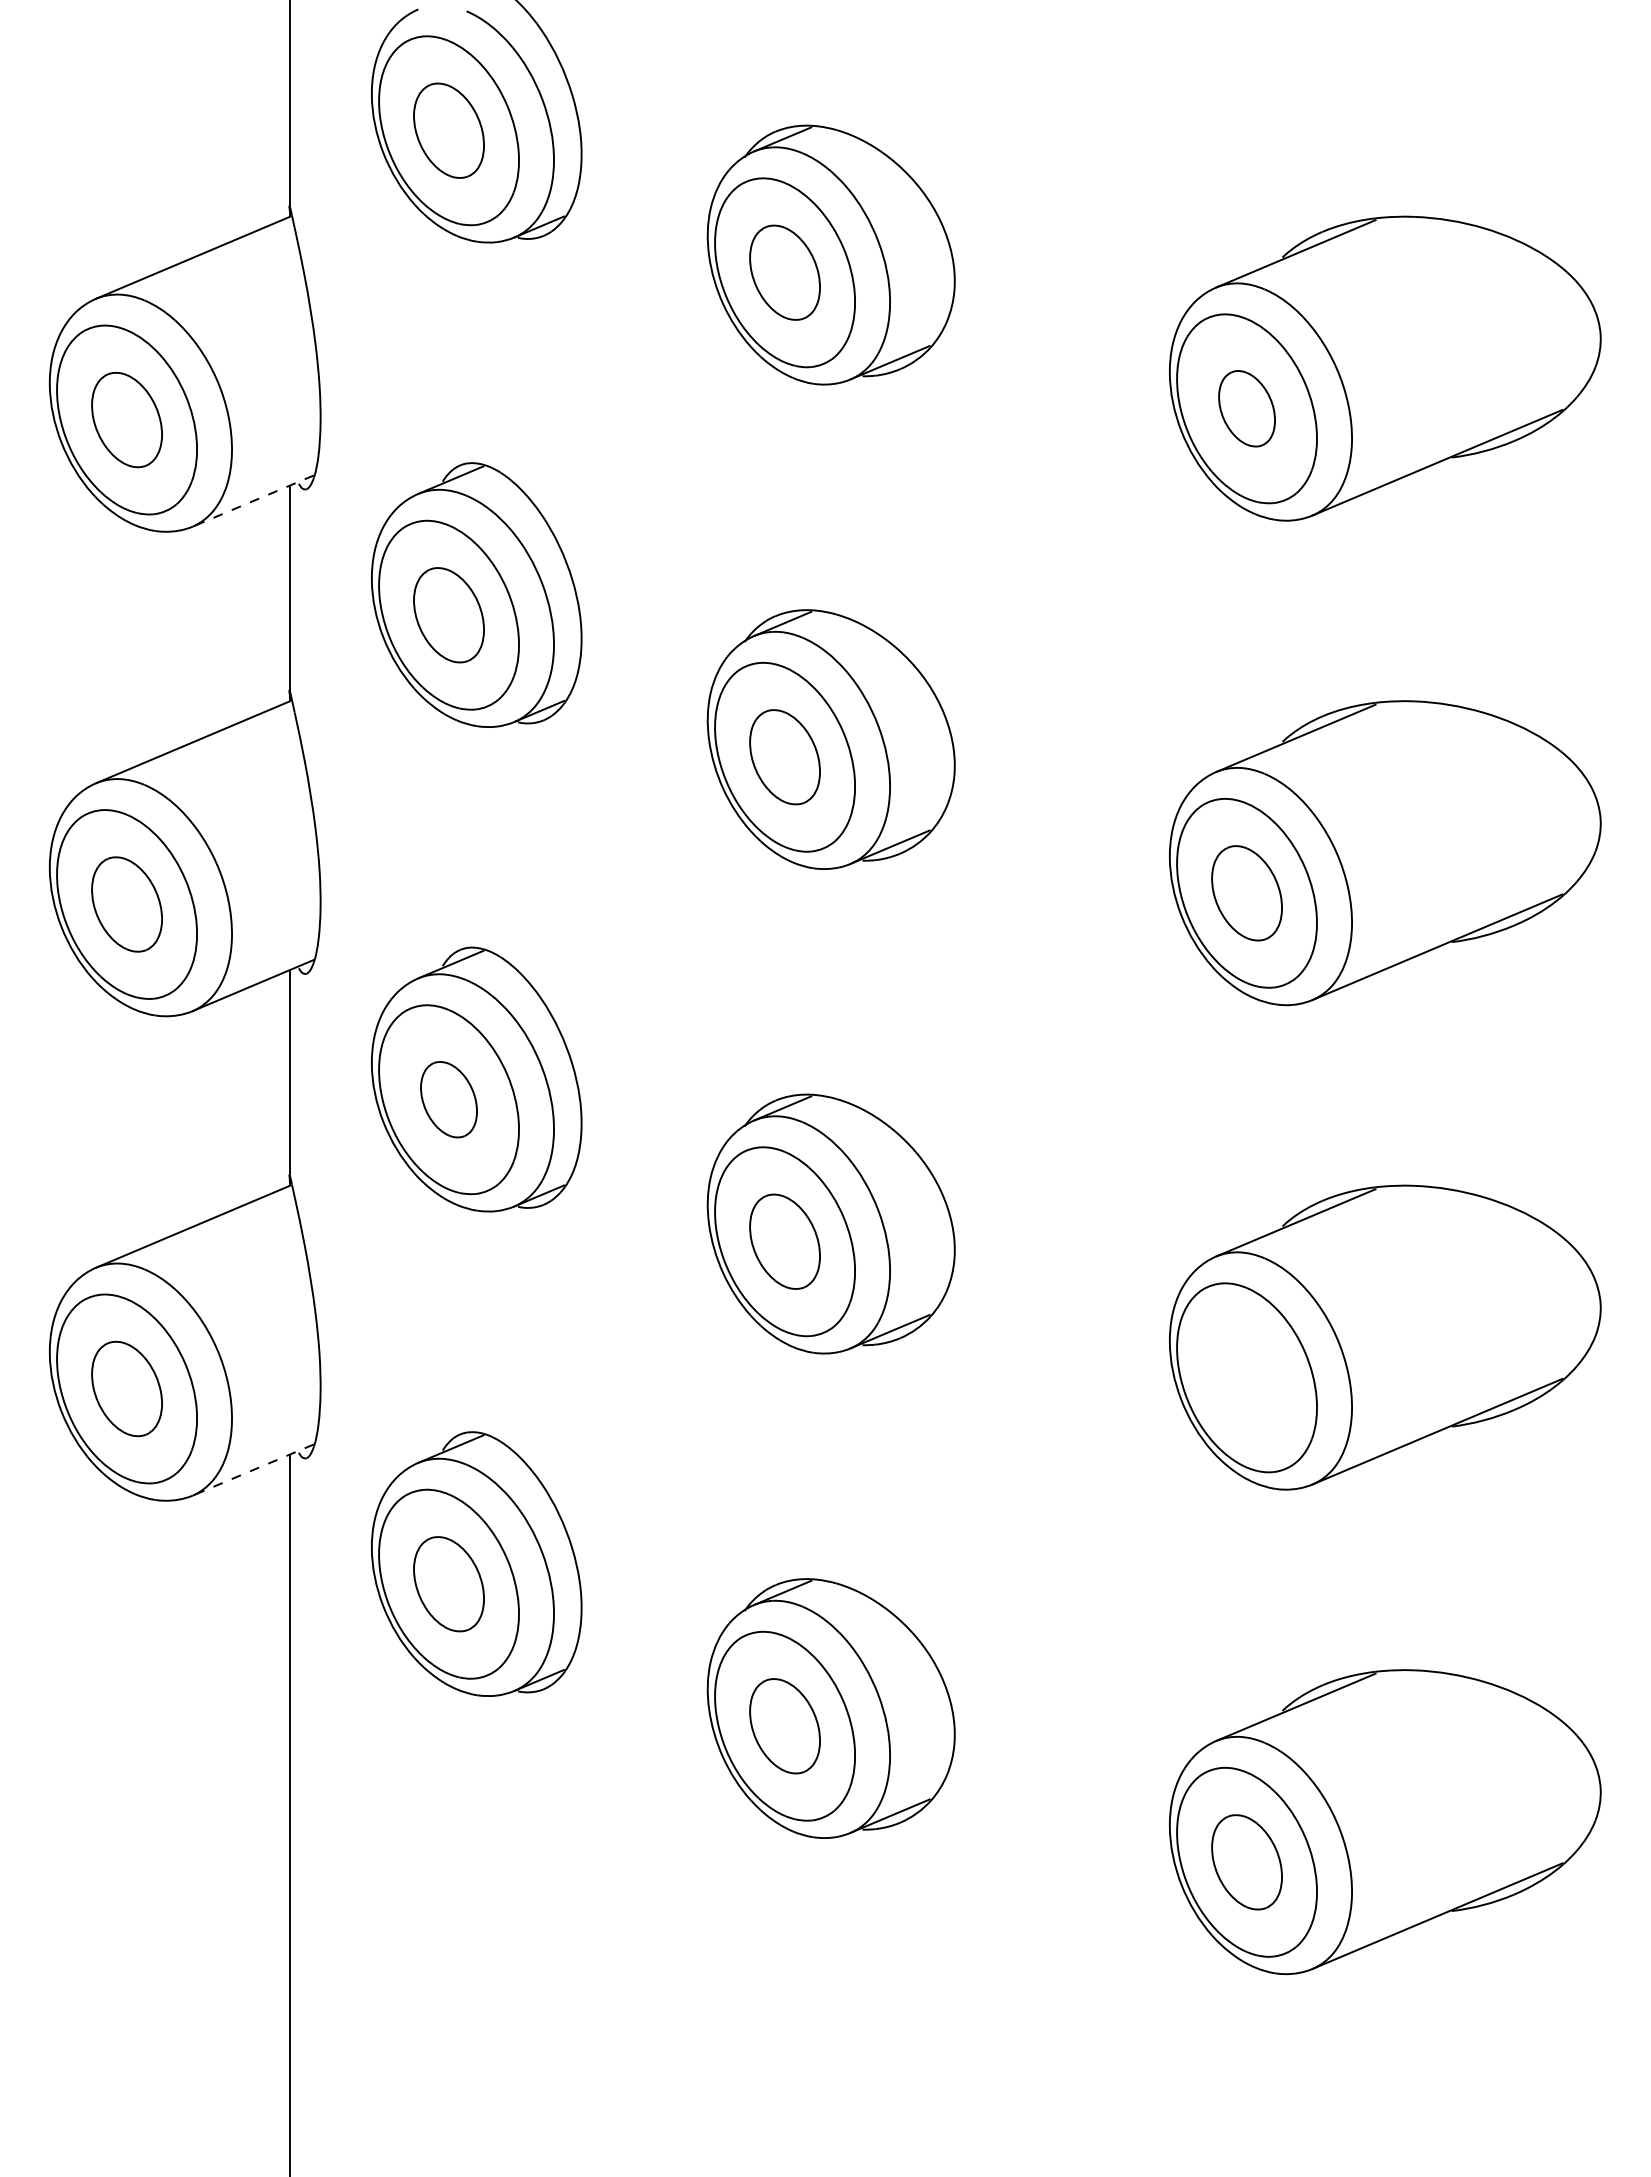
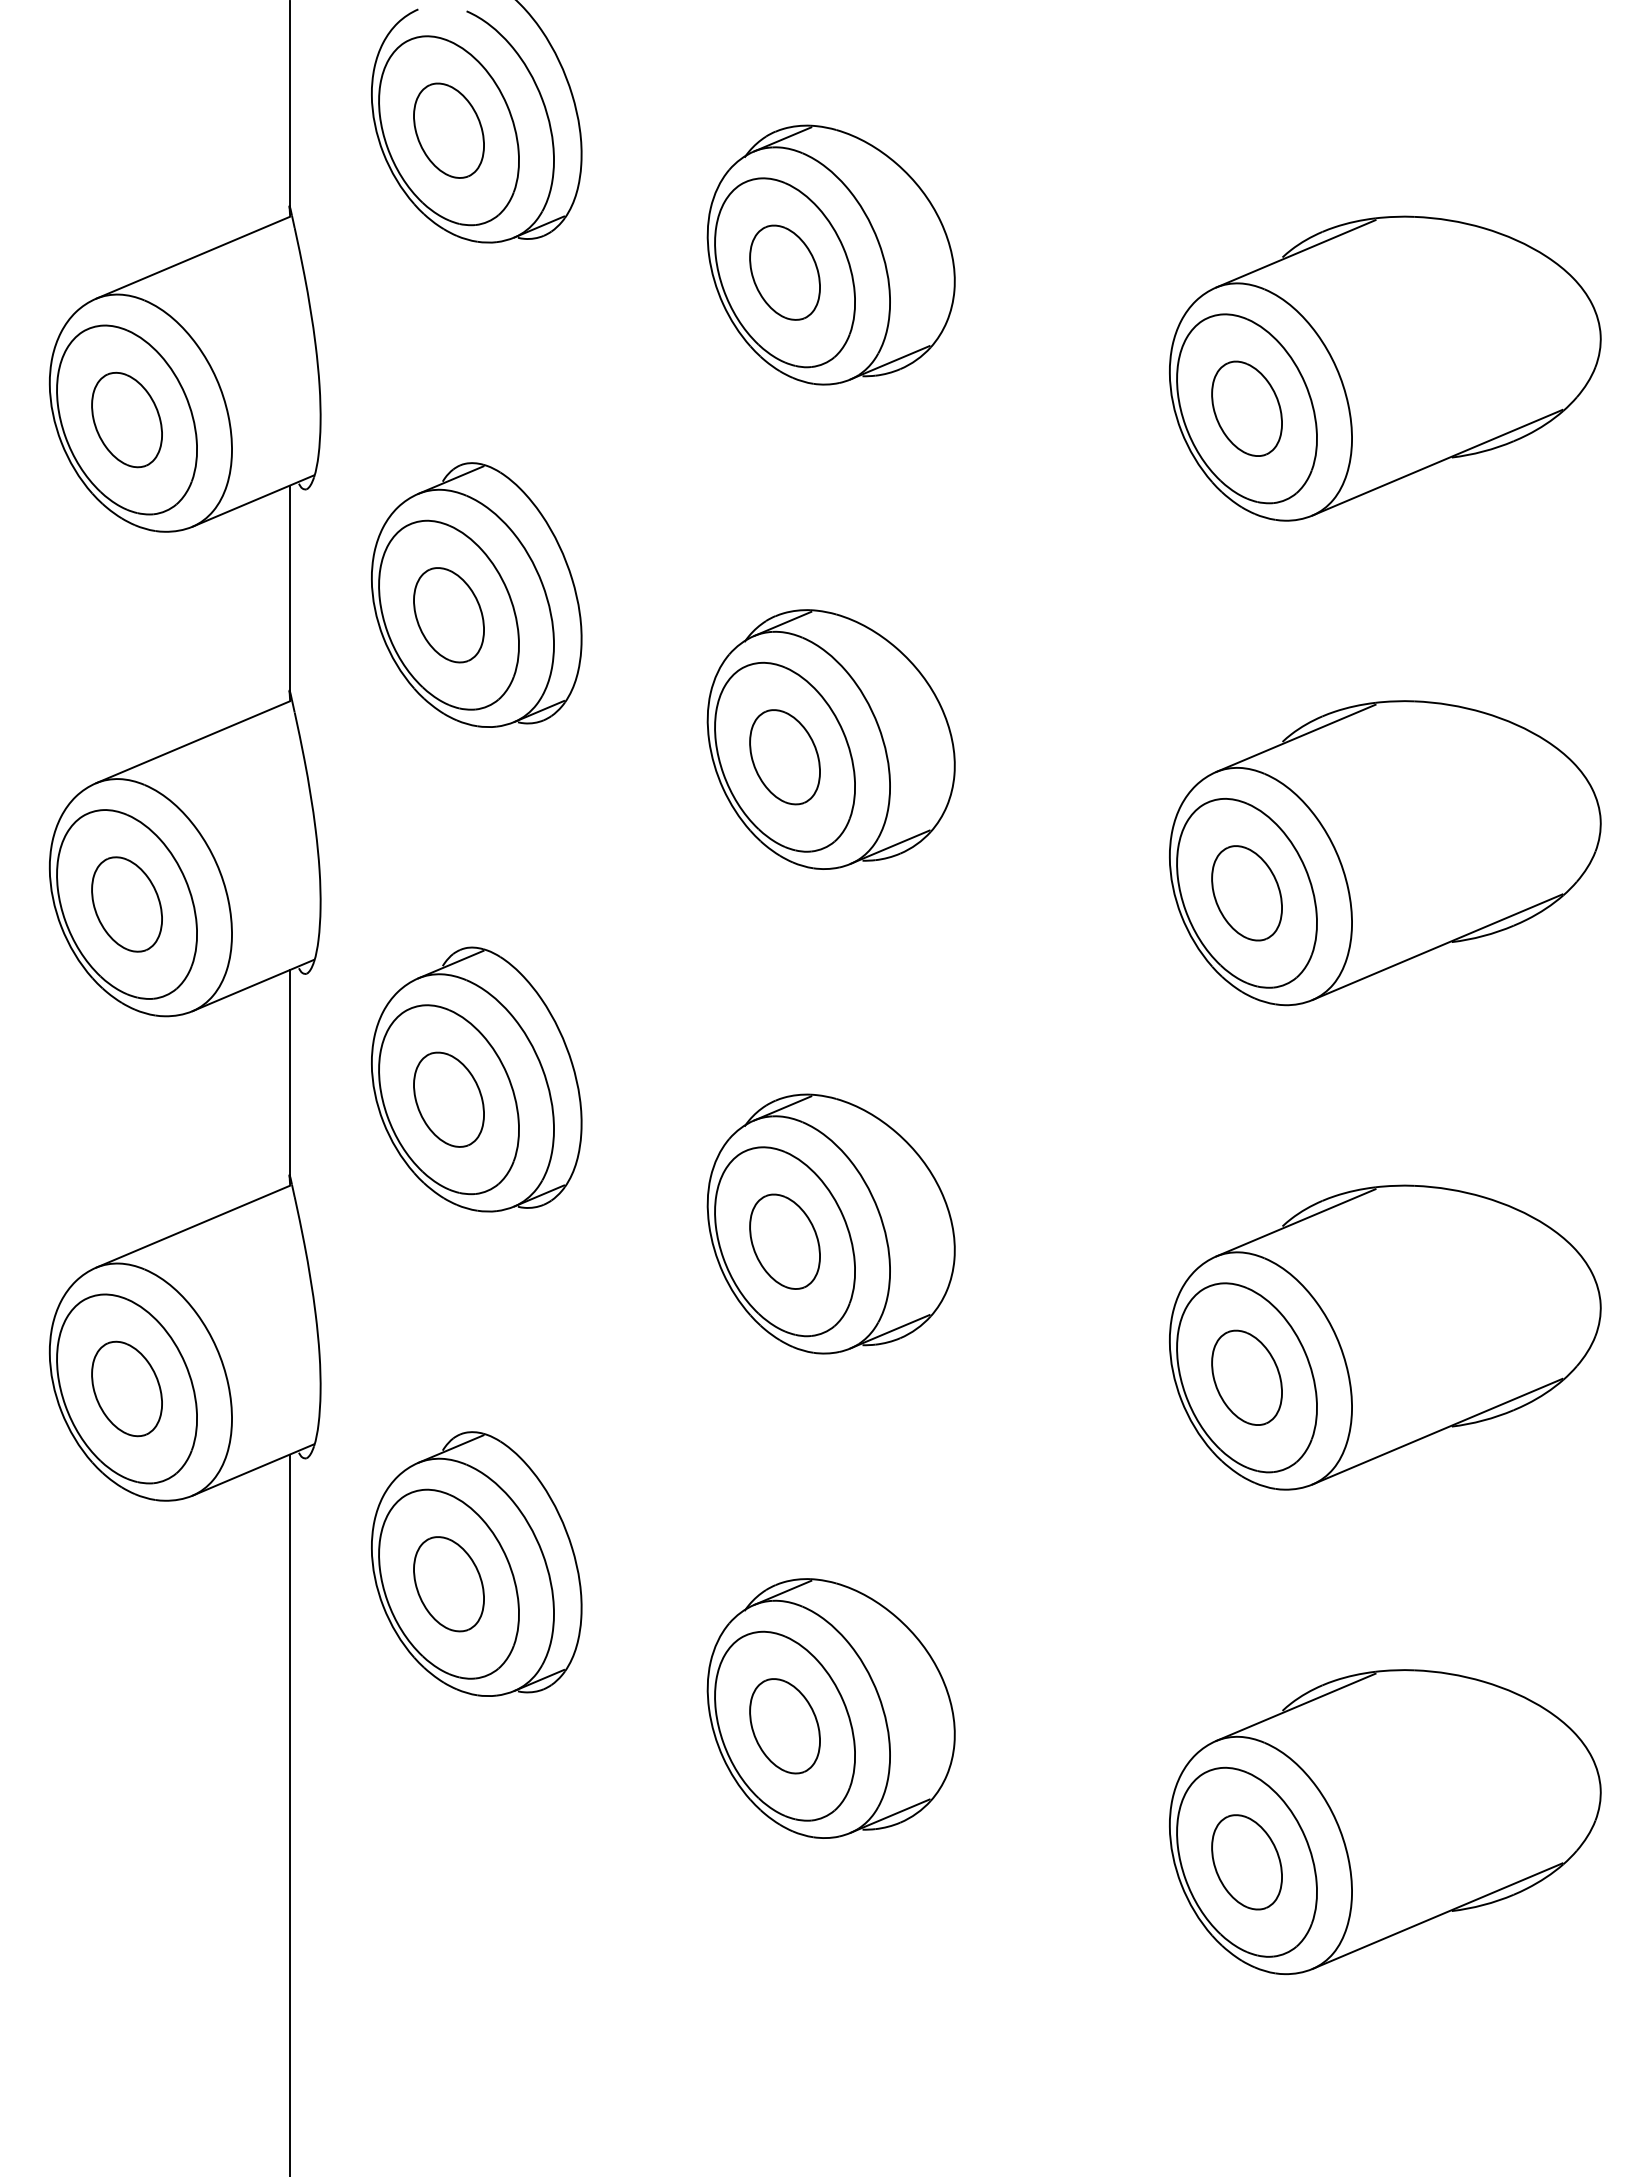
part at (1246, 408) size: 58x78 px -> 72x97 px
line at (253, 501): dashed -> solid
part at (448, 1099) size: 58x78 px -> 72x97 px
part at (1246, 1377): none -> present
line at (253, 1470): dashed -> solid
